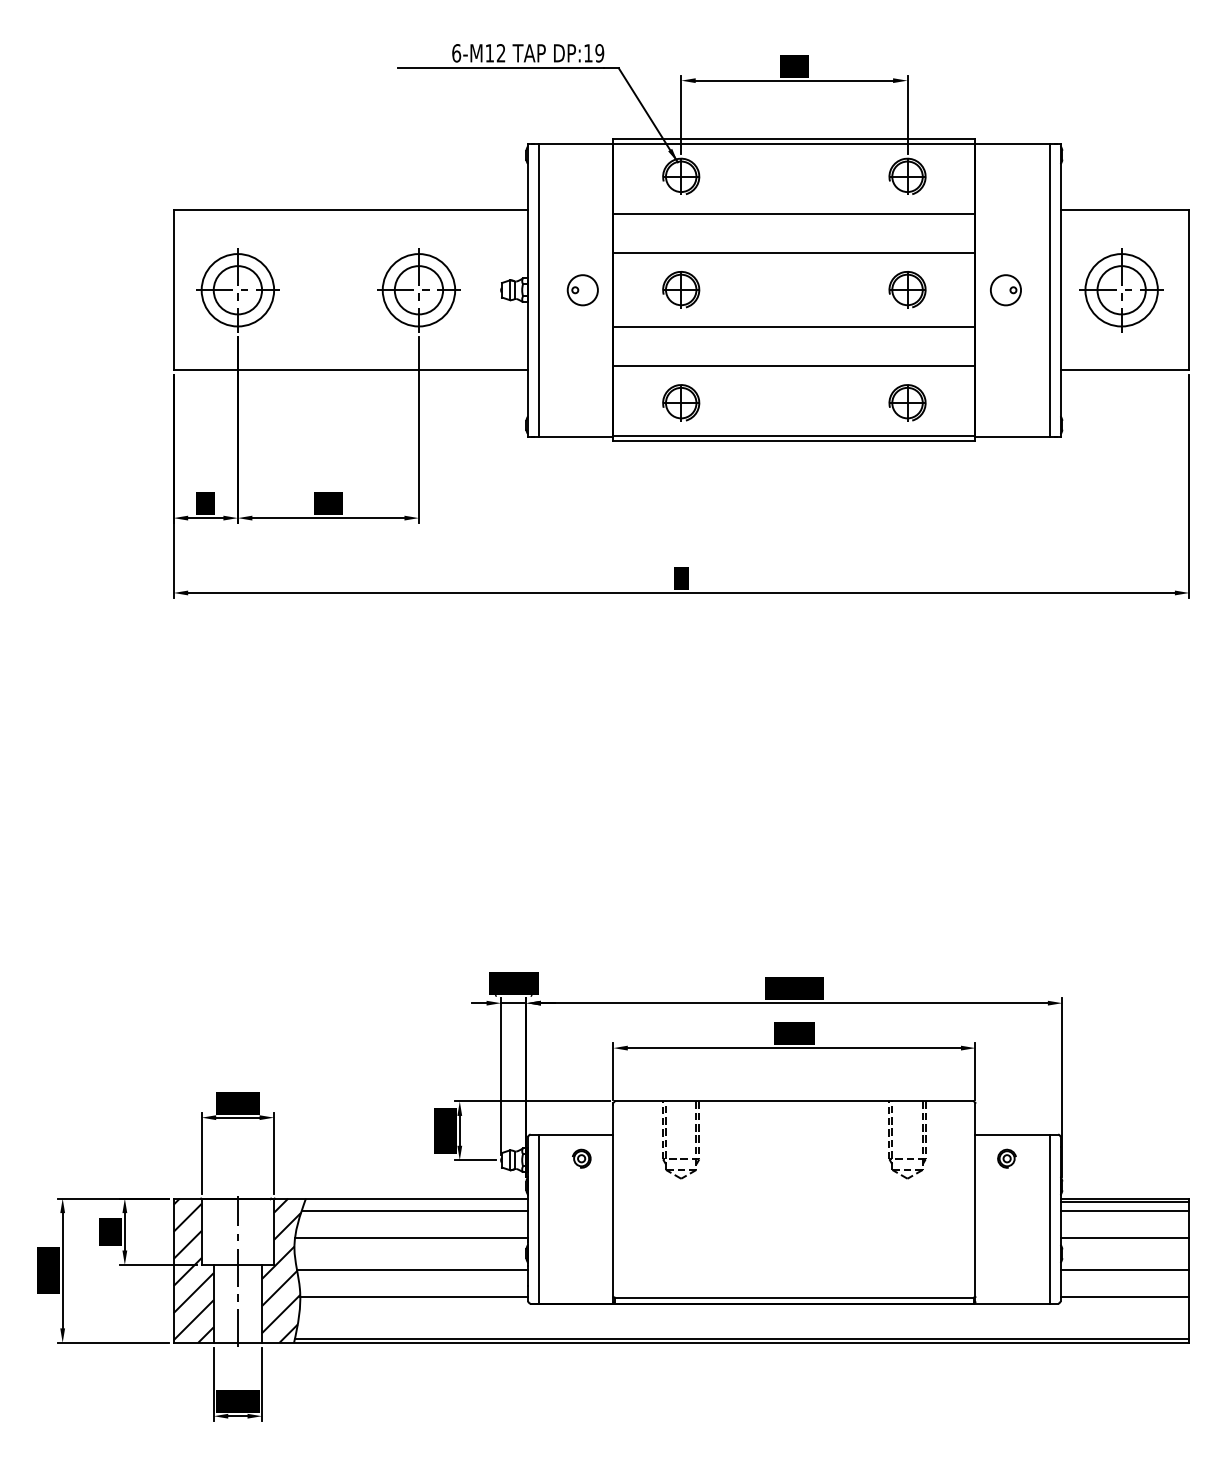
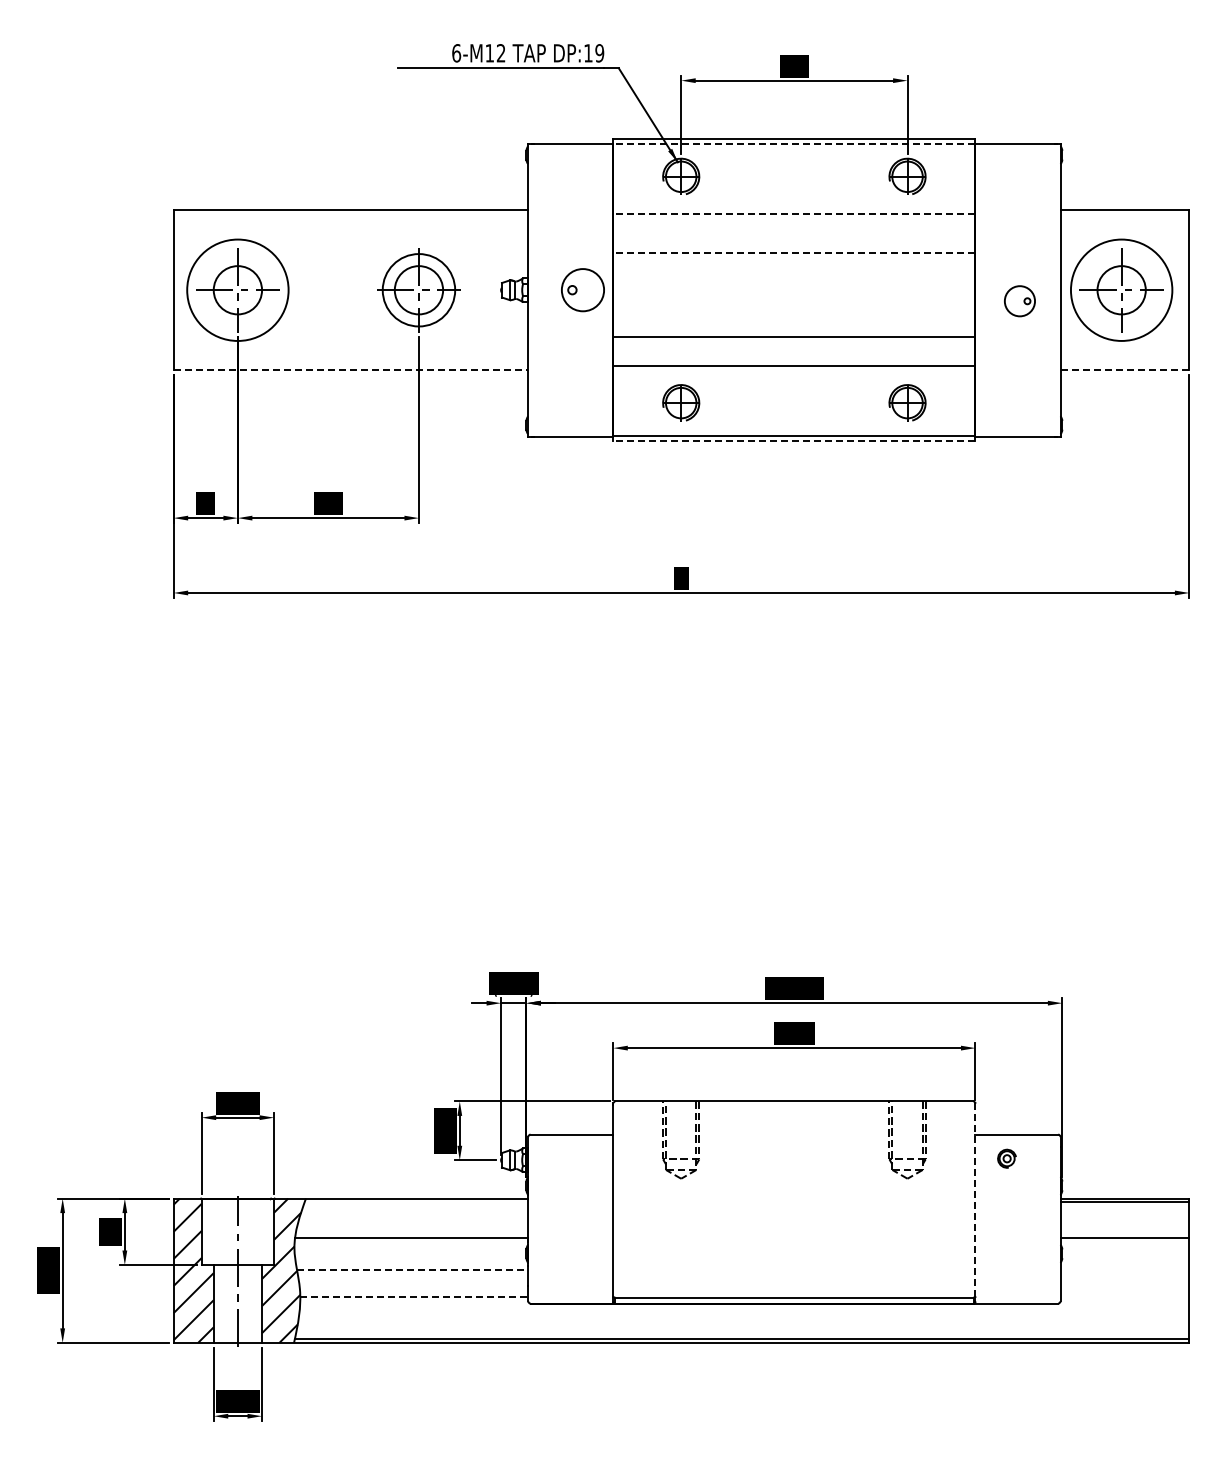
line at (793, 143): solid -> dashed
line at (793, 213): solid -> dashed
line at (793, 252): solid -> dashed
line at (538, 289): present -> none
part at (681, 289): present -> none
part at (907, 289): present -> none
line at (1049, 289): present -> none
circle at (237, 290) diameter: 72 px -> 101 px
part at (582, 290) size: 33x33 px -> 44x45 px
part at (1005, 290) position: (1005, 290) -> (1019, 301)
circle at (1121, 290) diameter: 72 px -> 101 px
line at (794, 327) position: (794, 327) -> (794, 337)
line at (351, 370): solid -> dashed
line at (1124, 370): solid -> dashed
line at (793, 441): solid -> dashed
part at (581, 1158): present -> none
line at (975, 1200): solid -> dashed
line at (414, 1210): present -> none
line at (1124, 1210): present -> none
line at (538, 1218): present -> none
line at (1049, 1218): present -> none
line at (412, 1269): solid -> dashed
line at (1124, 1269): present -> none
line at (414, 1297): solid -> dashed
line at (1124, 1297): present -> none
